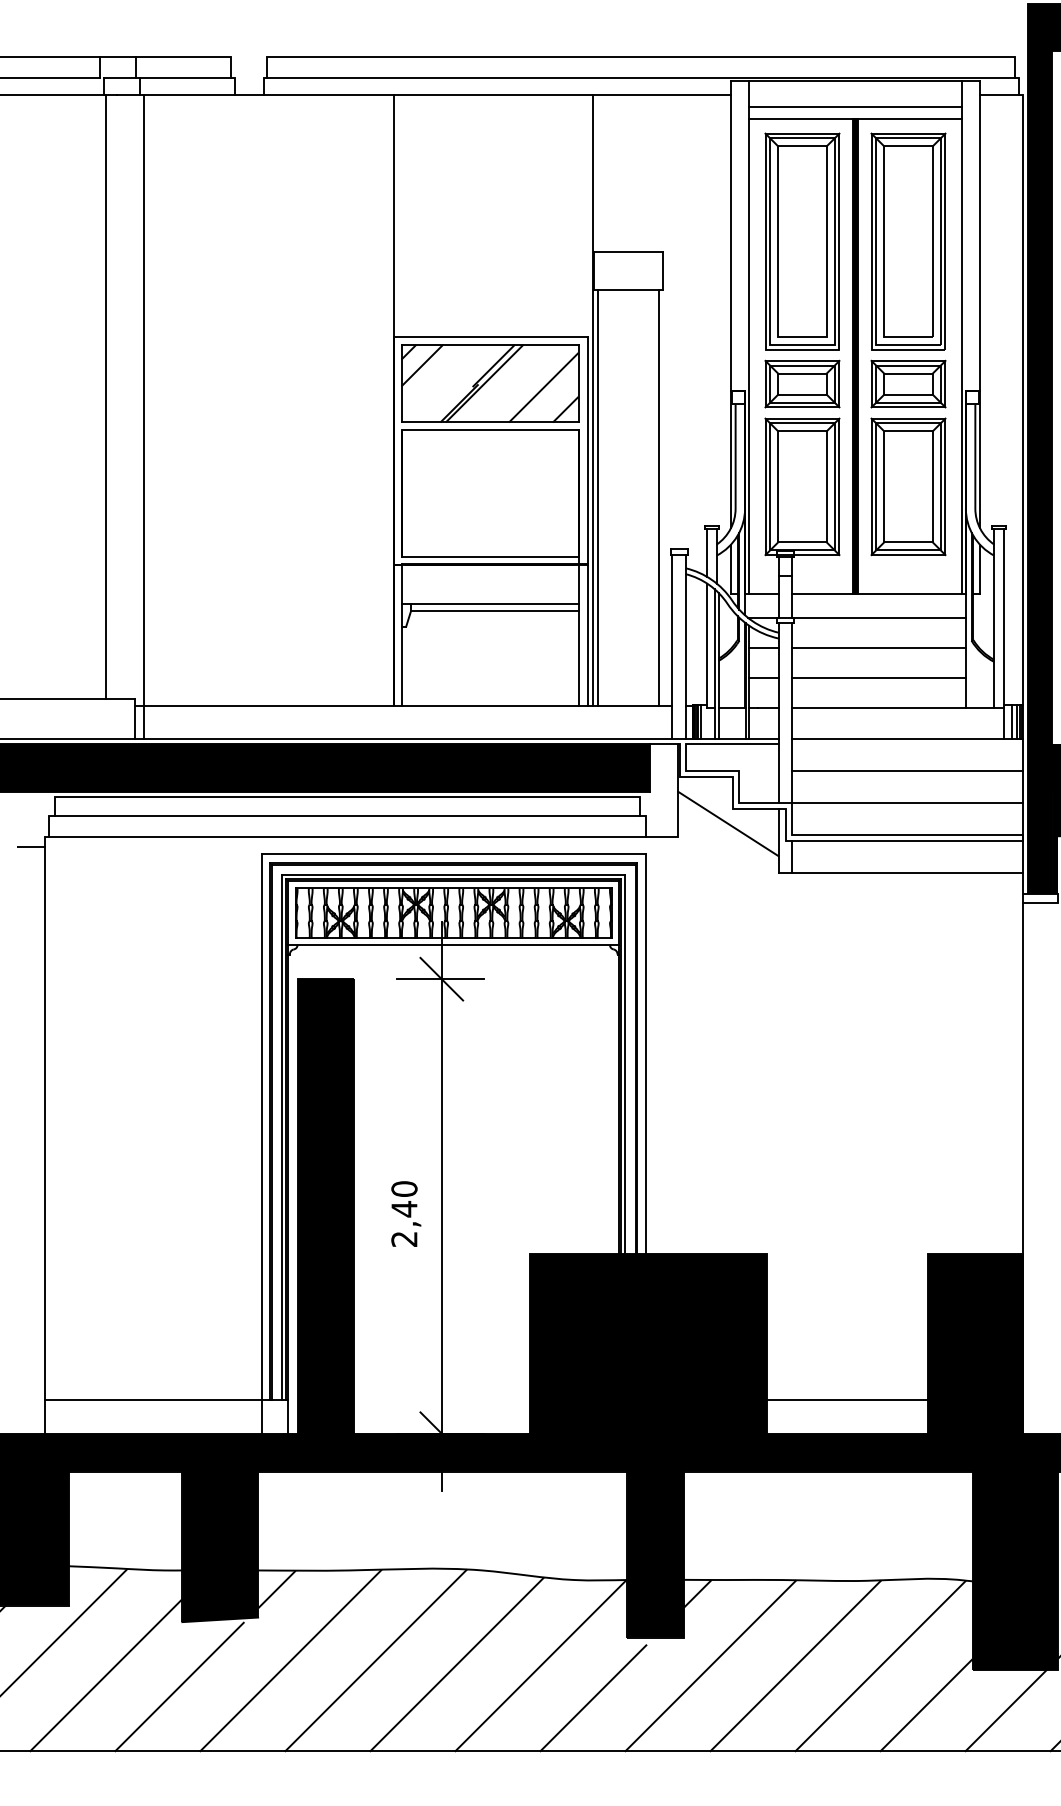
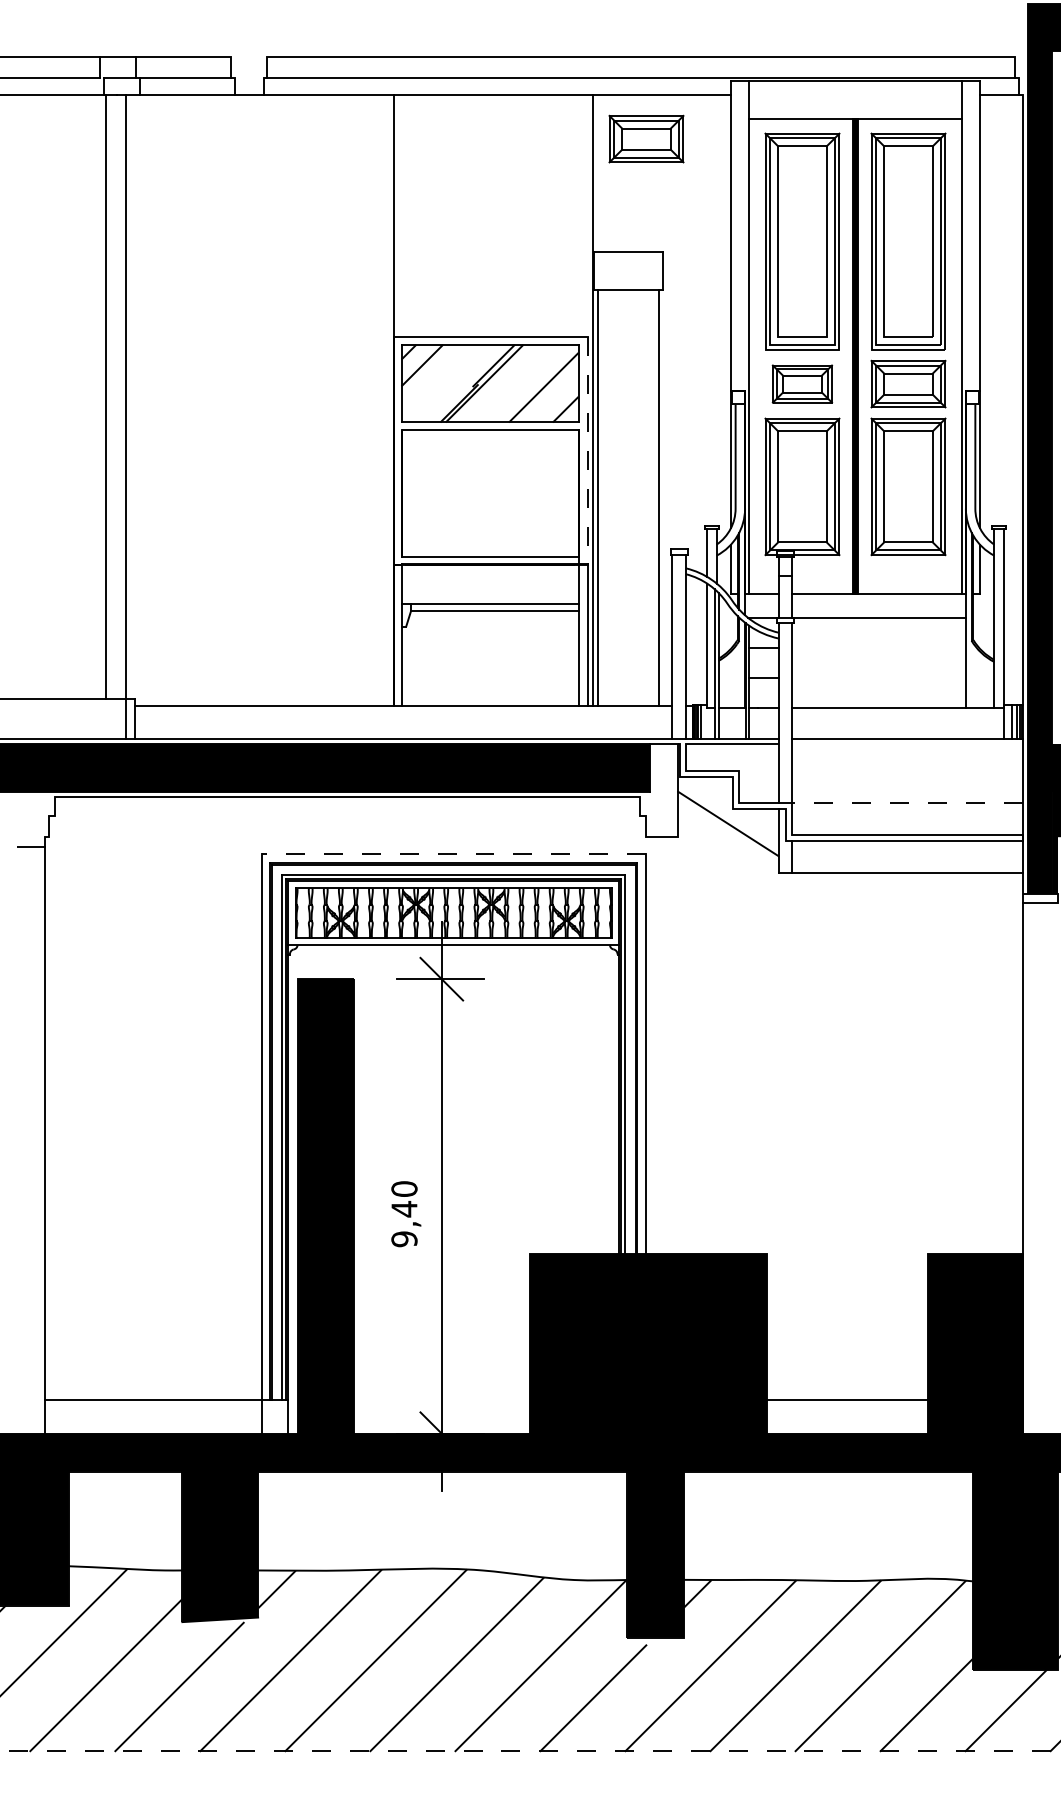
line at (855, 107): present -> none
part at (646, 138): none -> present
part at (802, 383) size: 77x50 px -> 63x40 px
line at (144, 416) position: (144, 416) -> (126, 416)
line at (588, 450): solid -> dashed
line at (878, 647): present -> none
line at (878, 678): present -> none
line at (906, 770): present -> none
line at (906, 803): solid -> dashed
line at (347, 816): present -> none
line at (346, 837): present -> none
line at (453, 854): solid -> dashed
text at (404, 1239): 2,40 -> 9,40
line at (530, 1751): solid -> dashed
